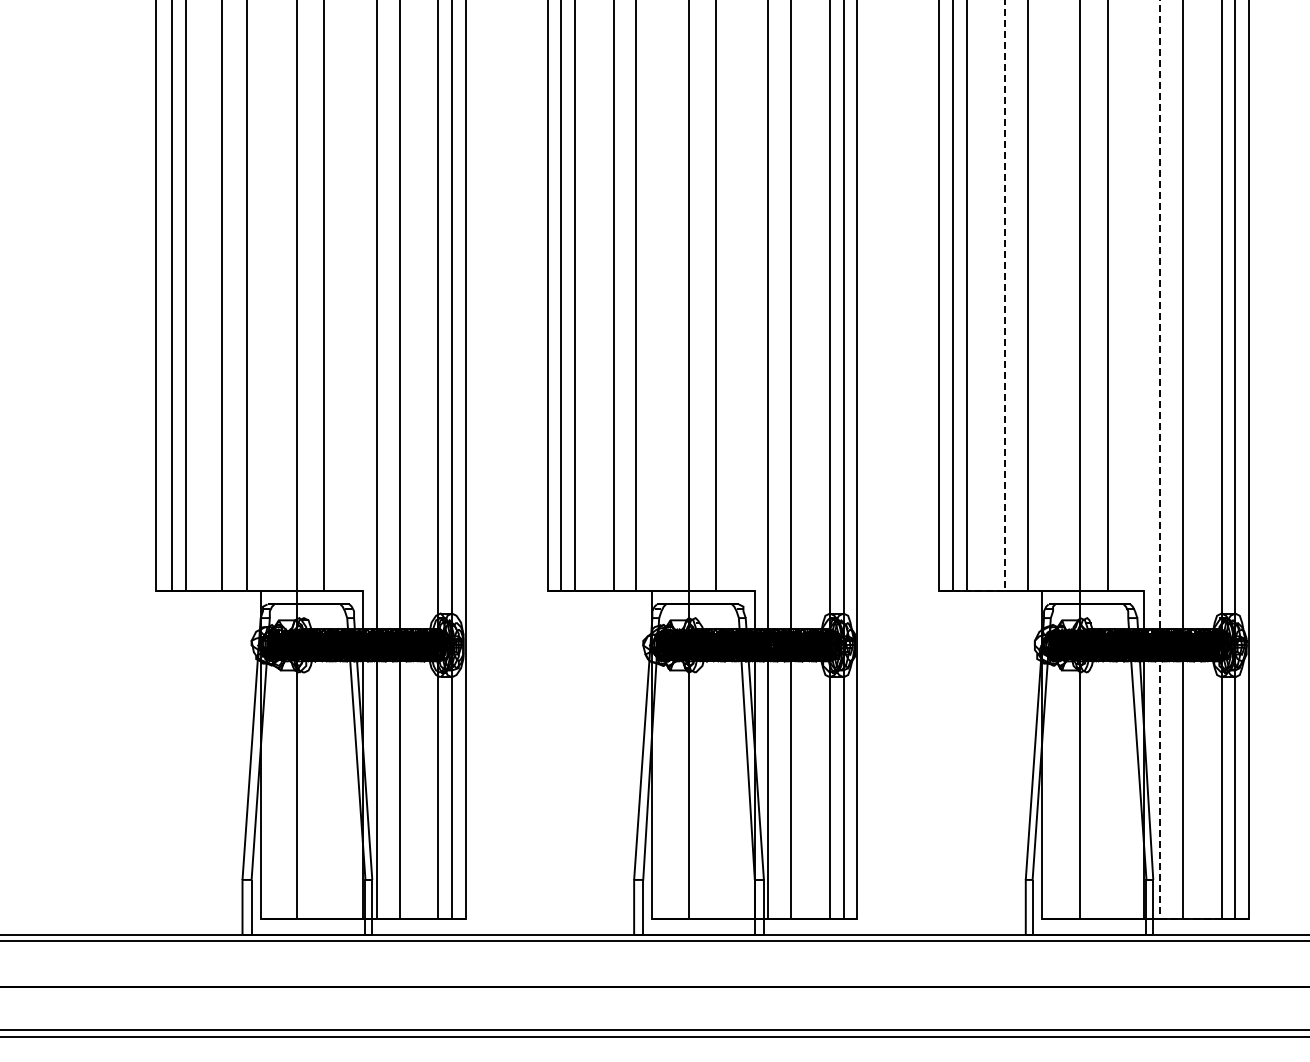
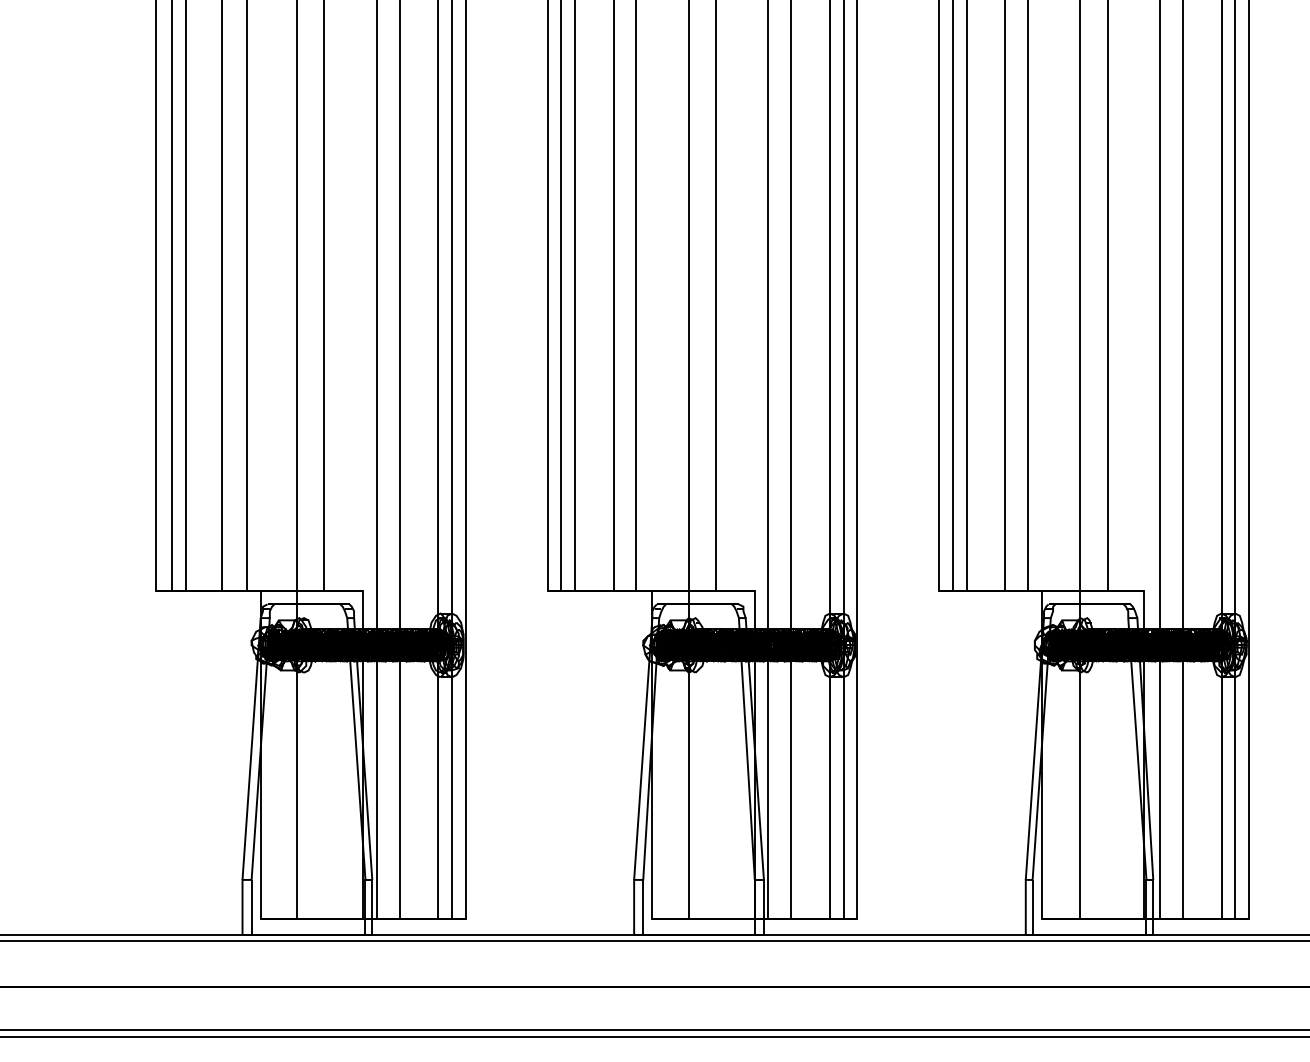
line at (1005, 322): dashed -> solid
line at (1160, 490): dashed -> solid
